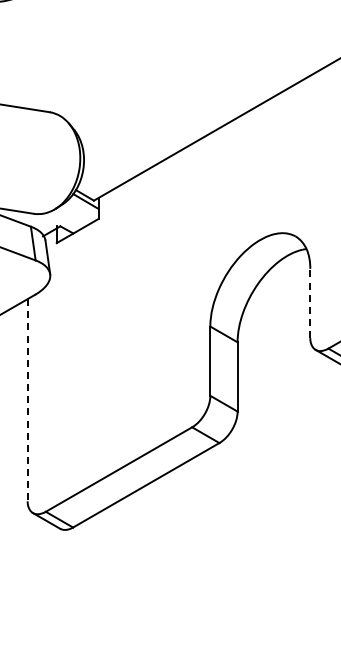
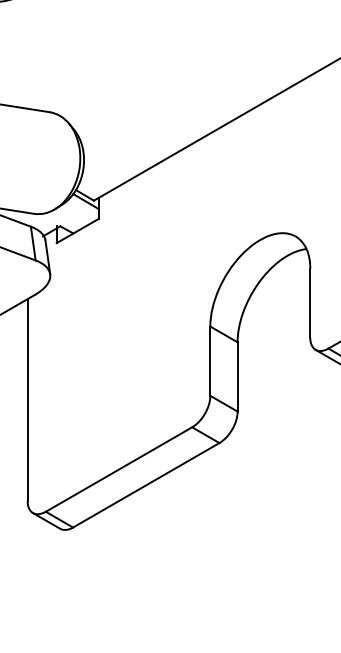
line at (310, 303): dashed -> solid
line at (27, 400): dashed -> solid
